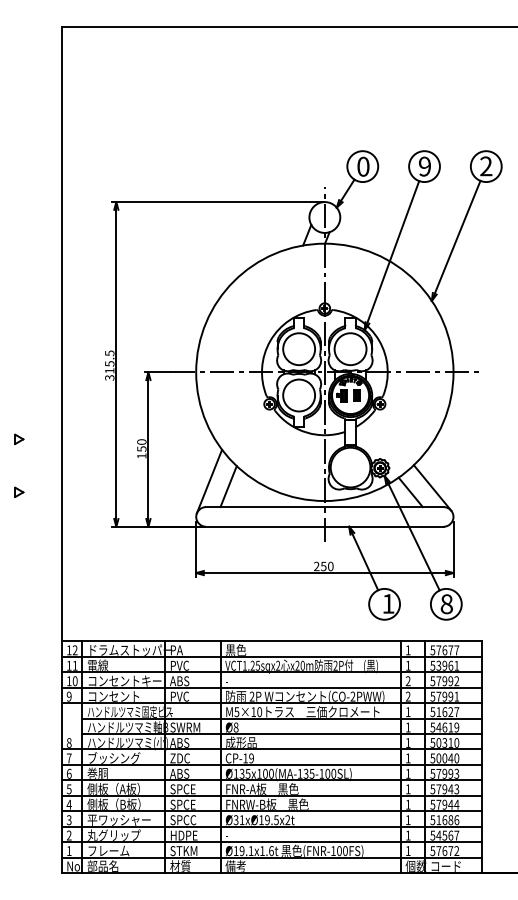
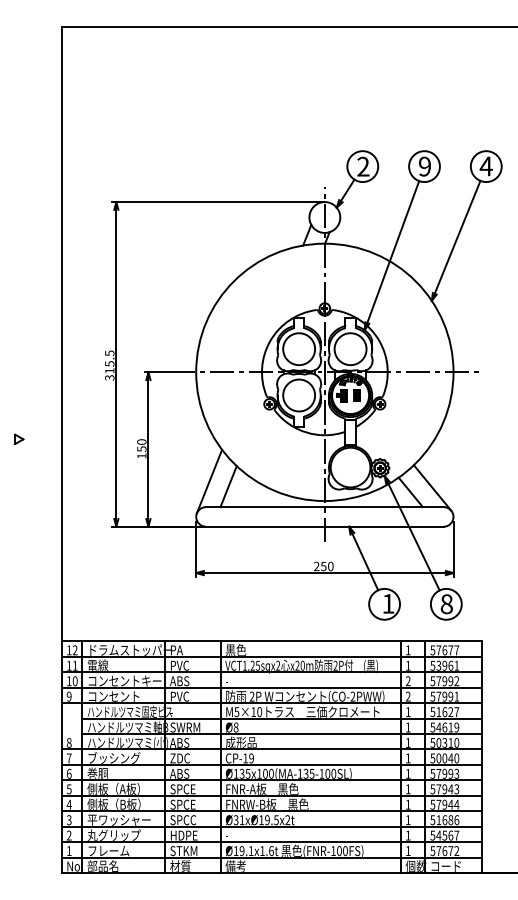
text at (363, 166): 0 -> 2
text at (485, 166): 2 -> 4
part at (19, 491): present -> none
